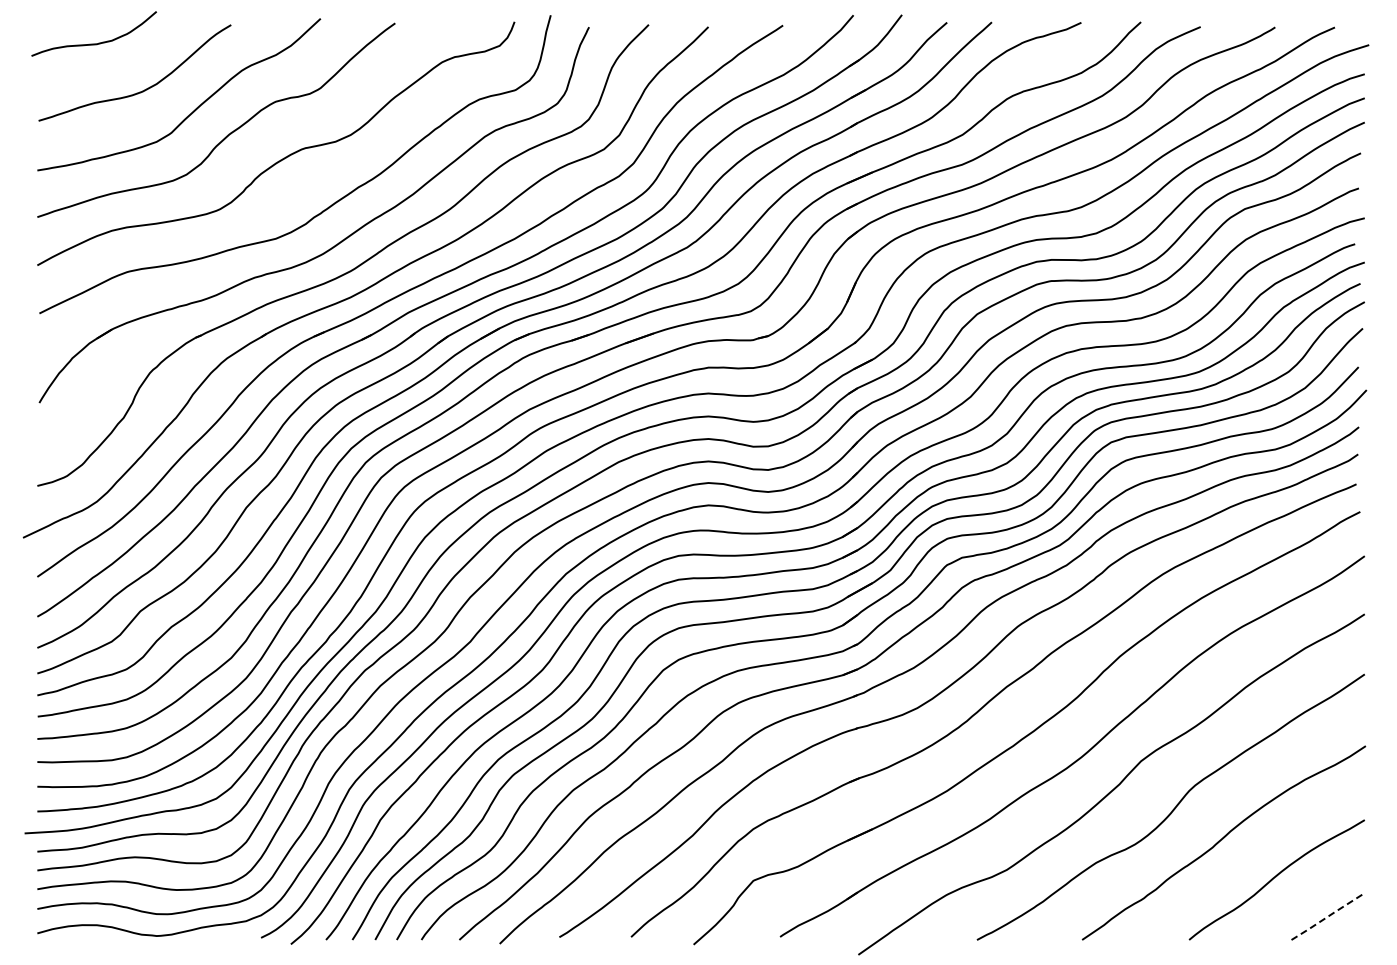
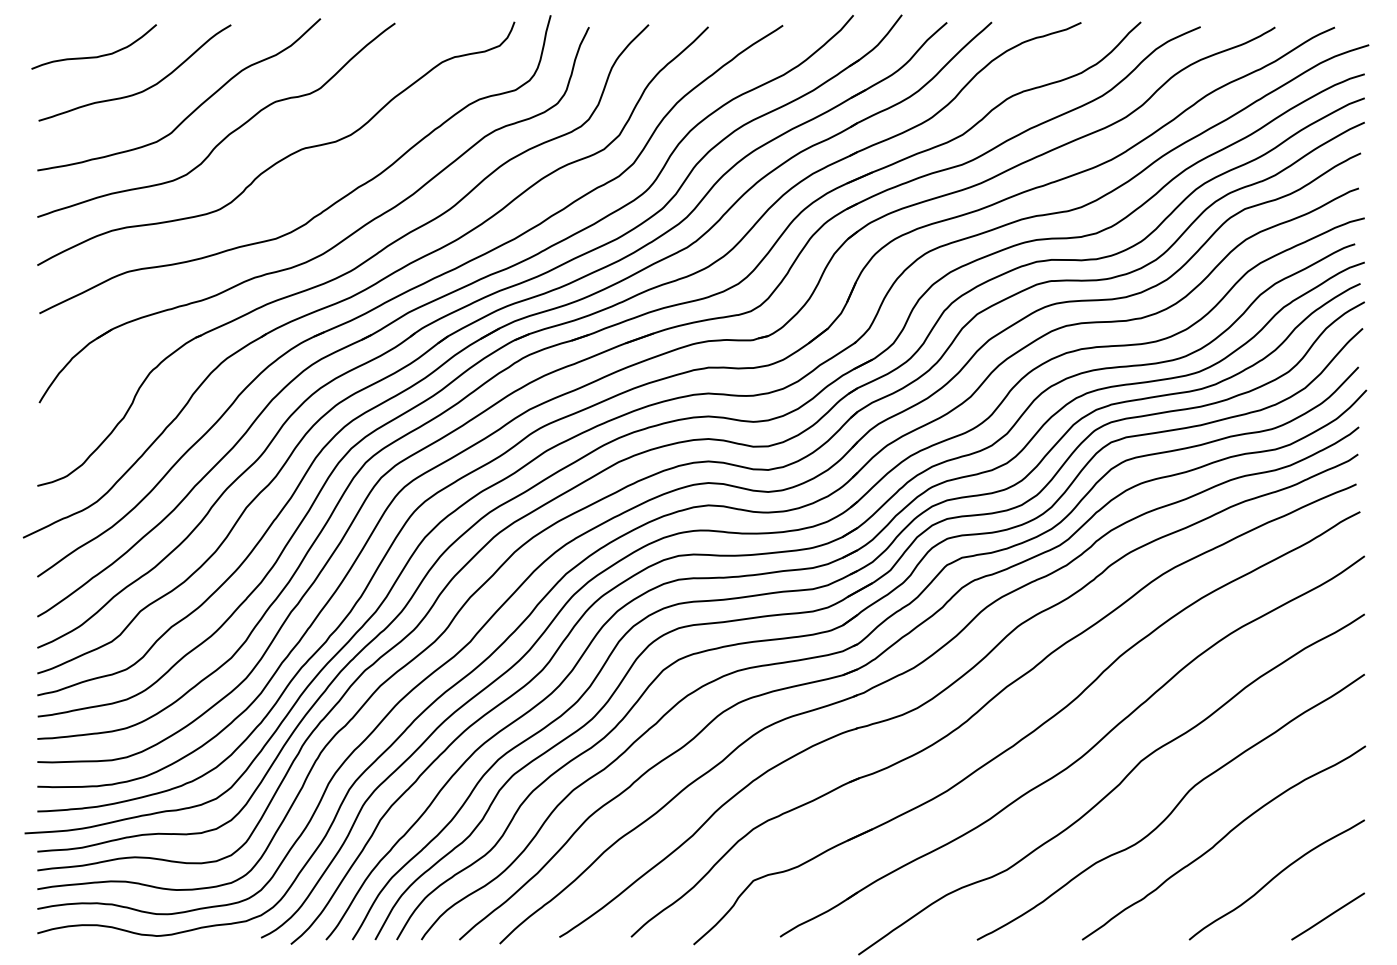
curve at (93, 43) position: (93, 43) -> (93, 56)
line at (1328, 916): dashed -> solid
